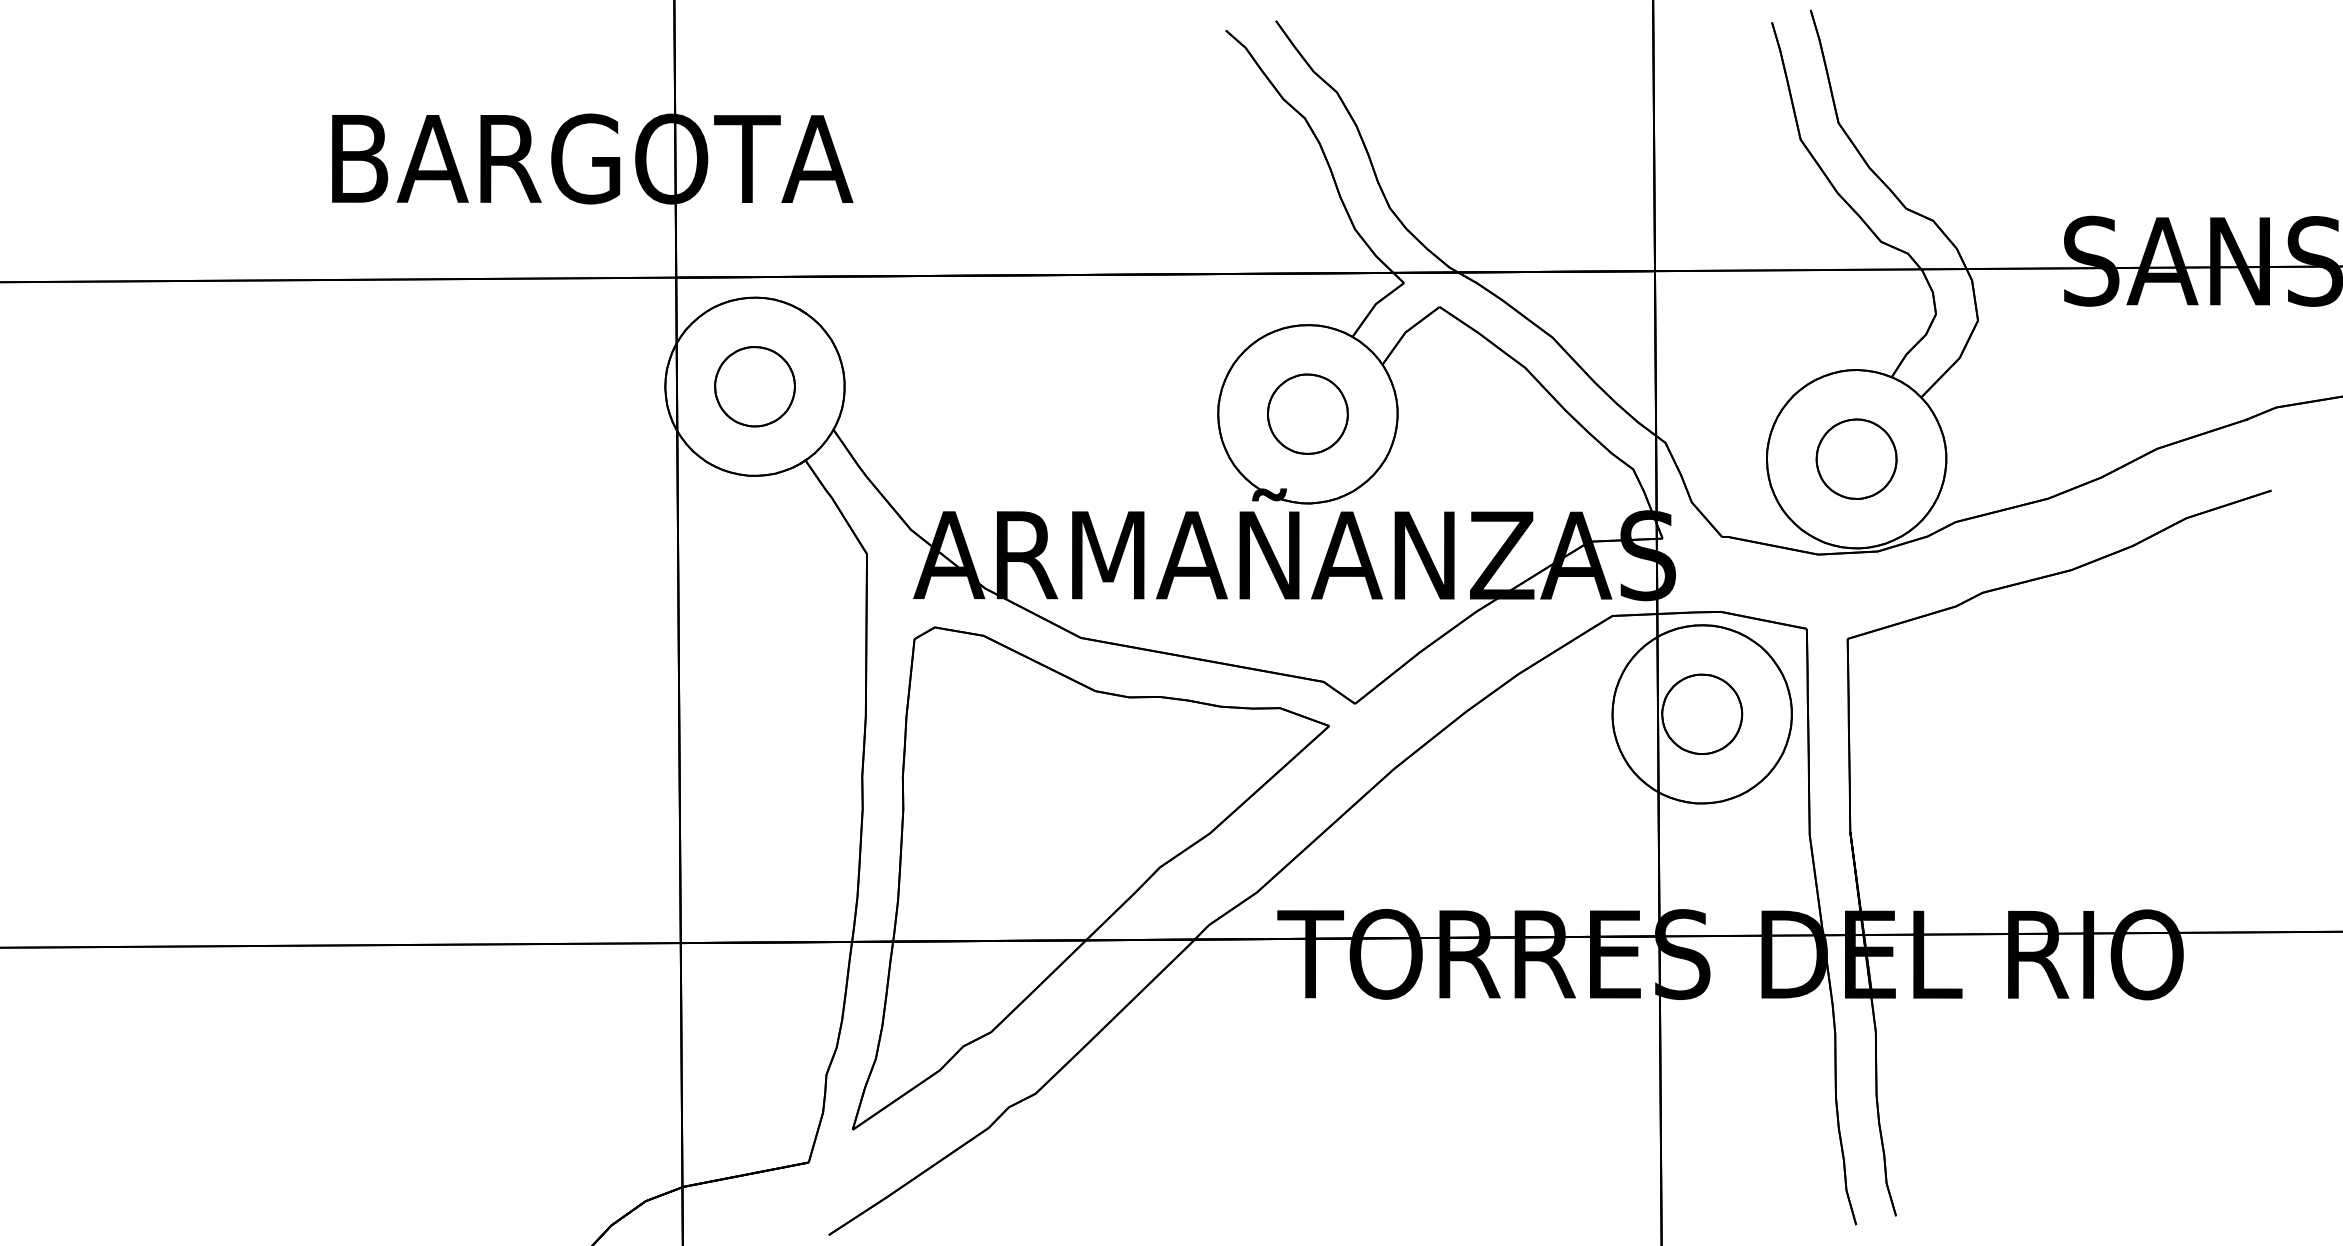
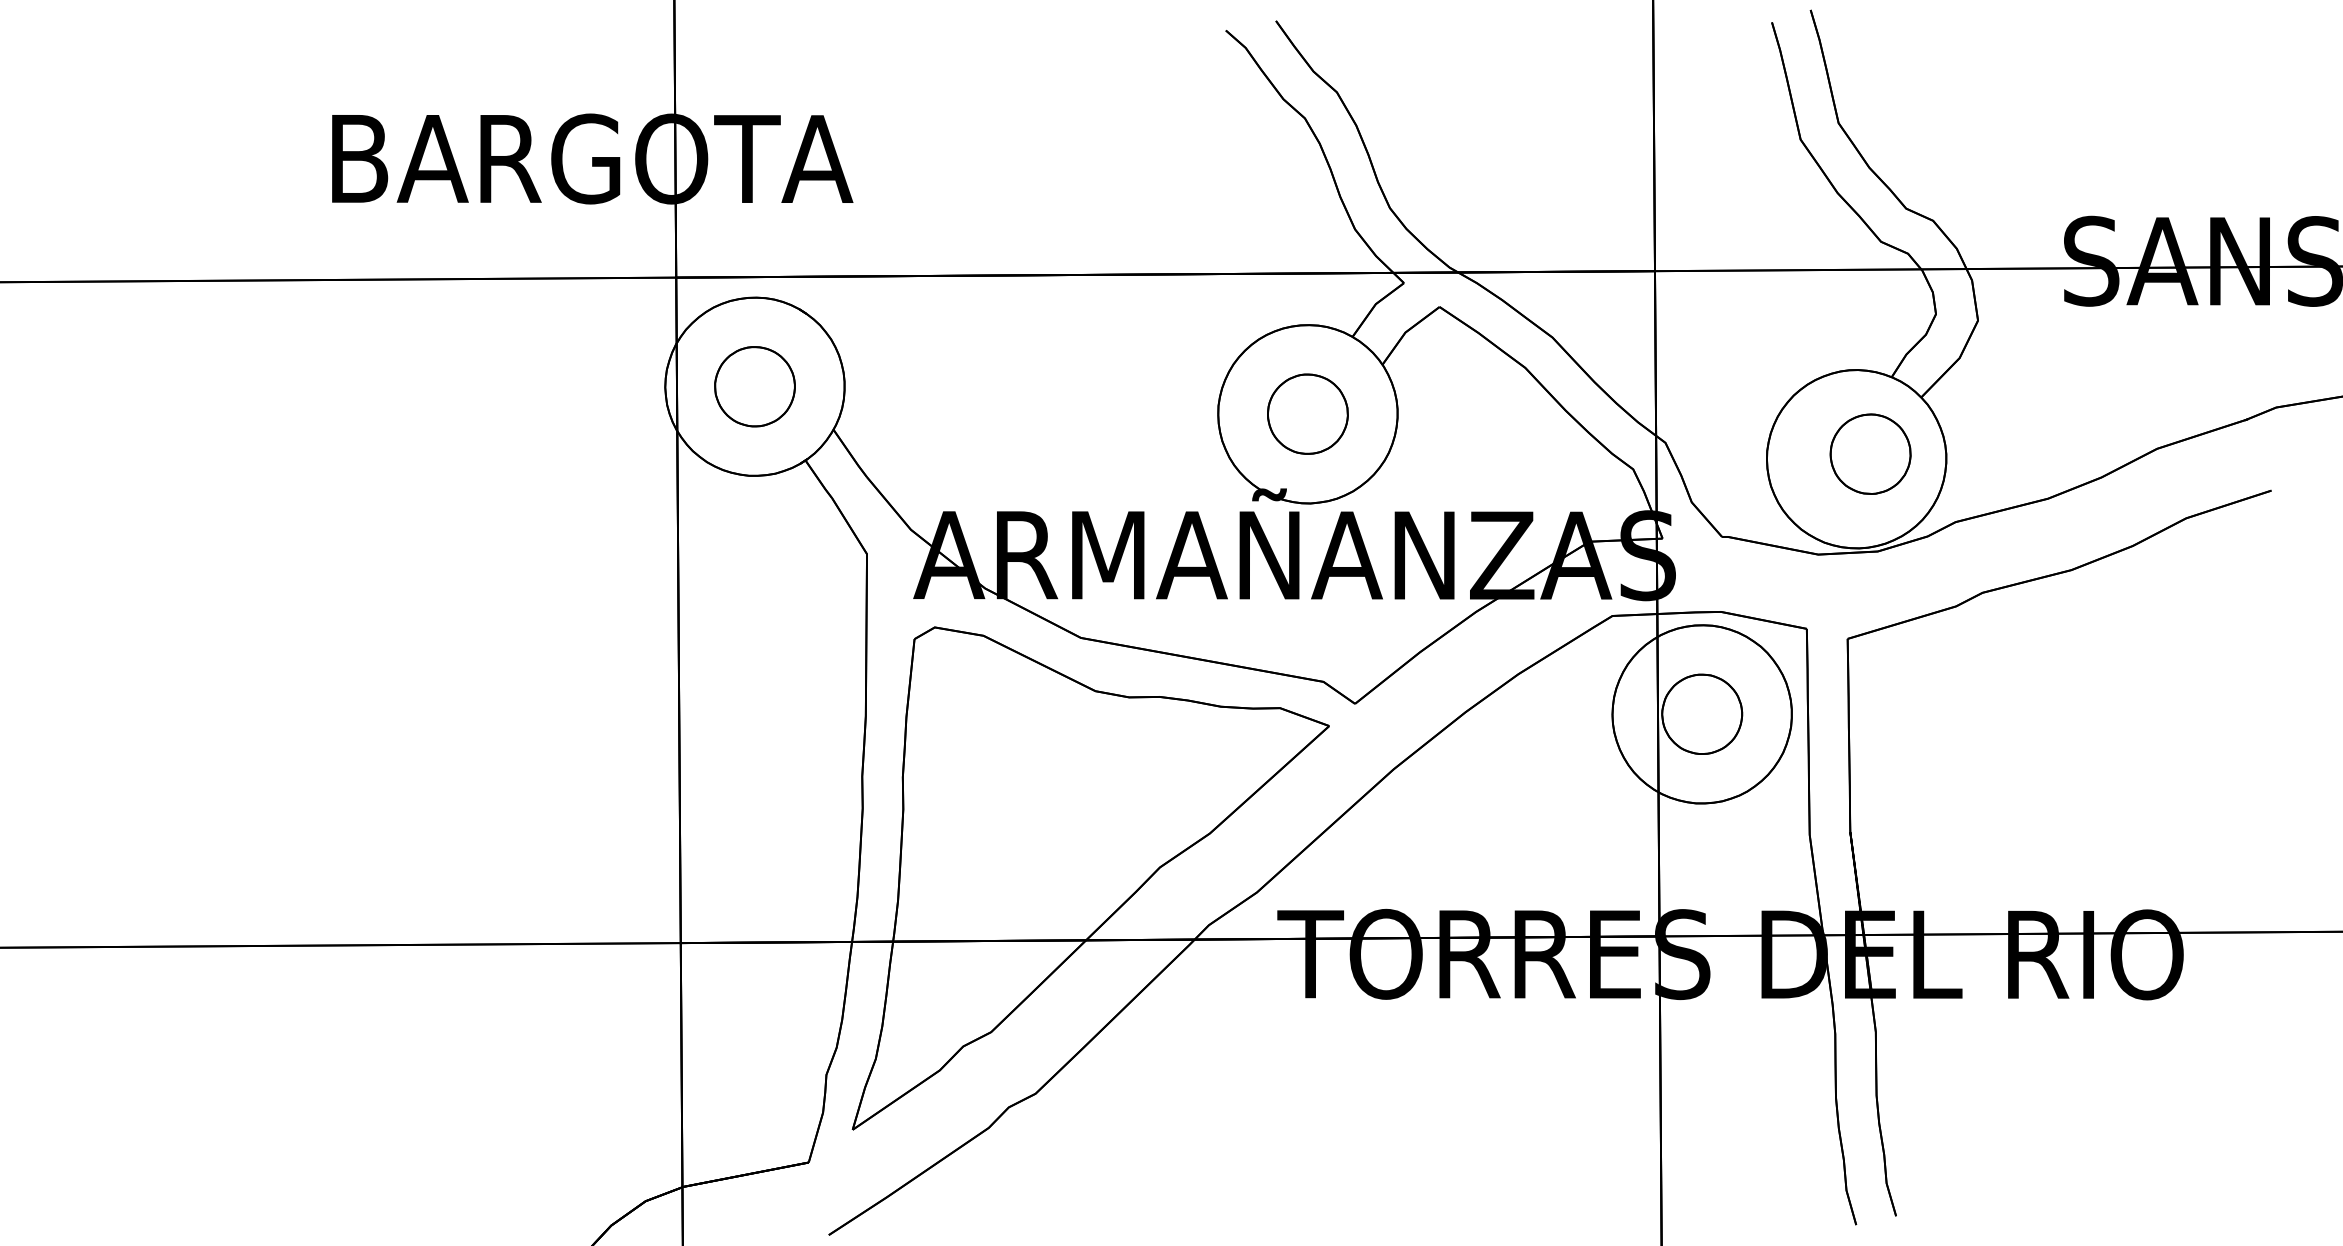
part at (1856, 458) position: (1856, 458) -> (1870, 453)
